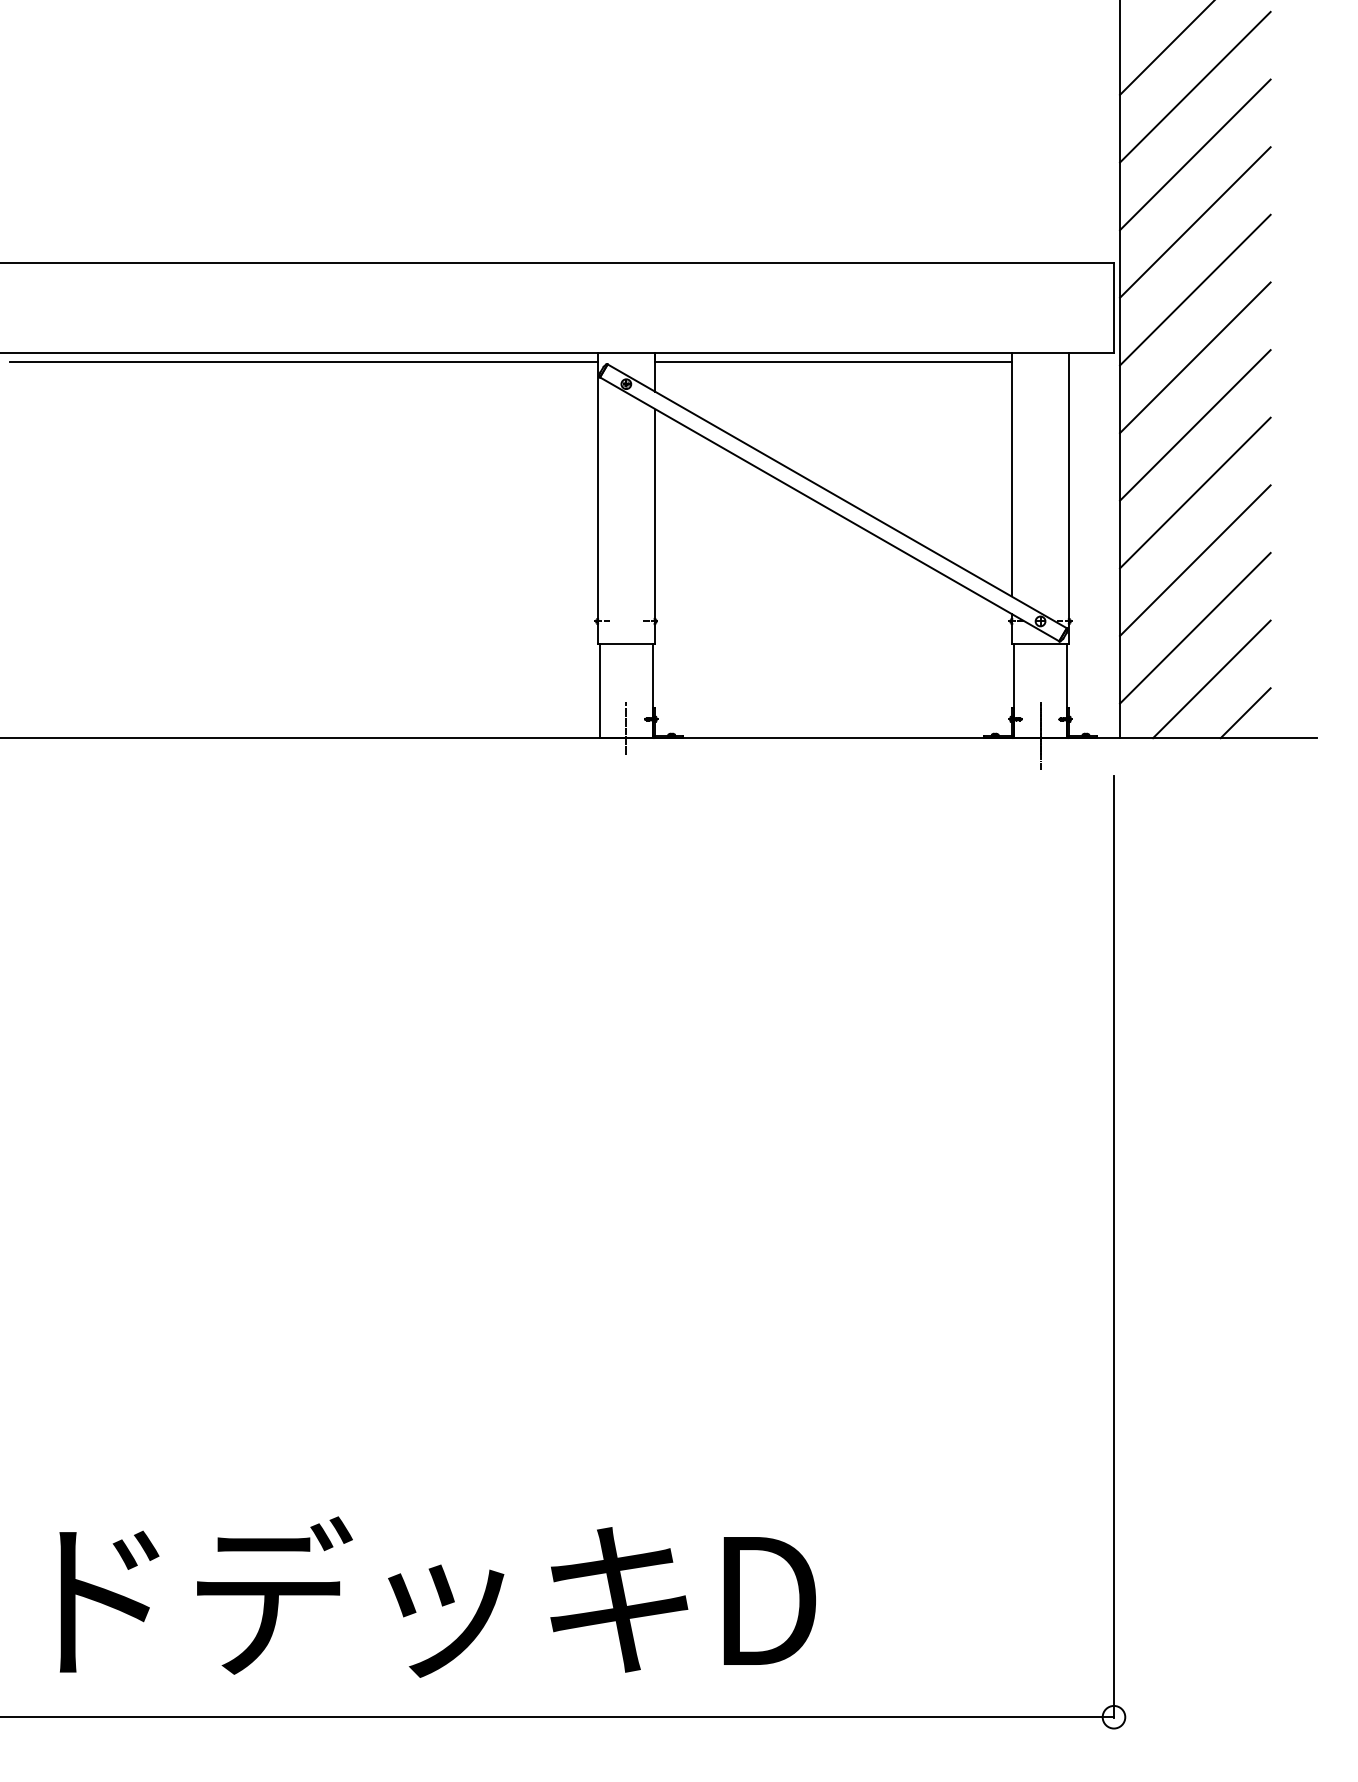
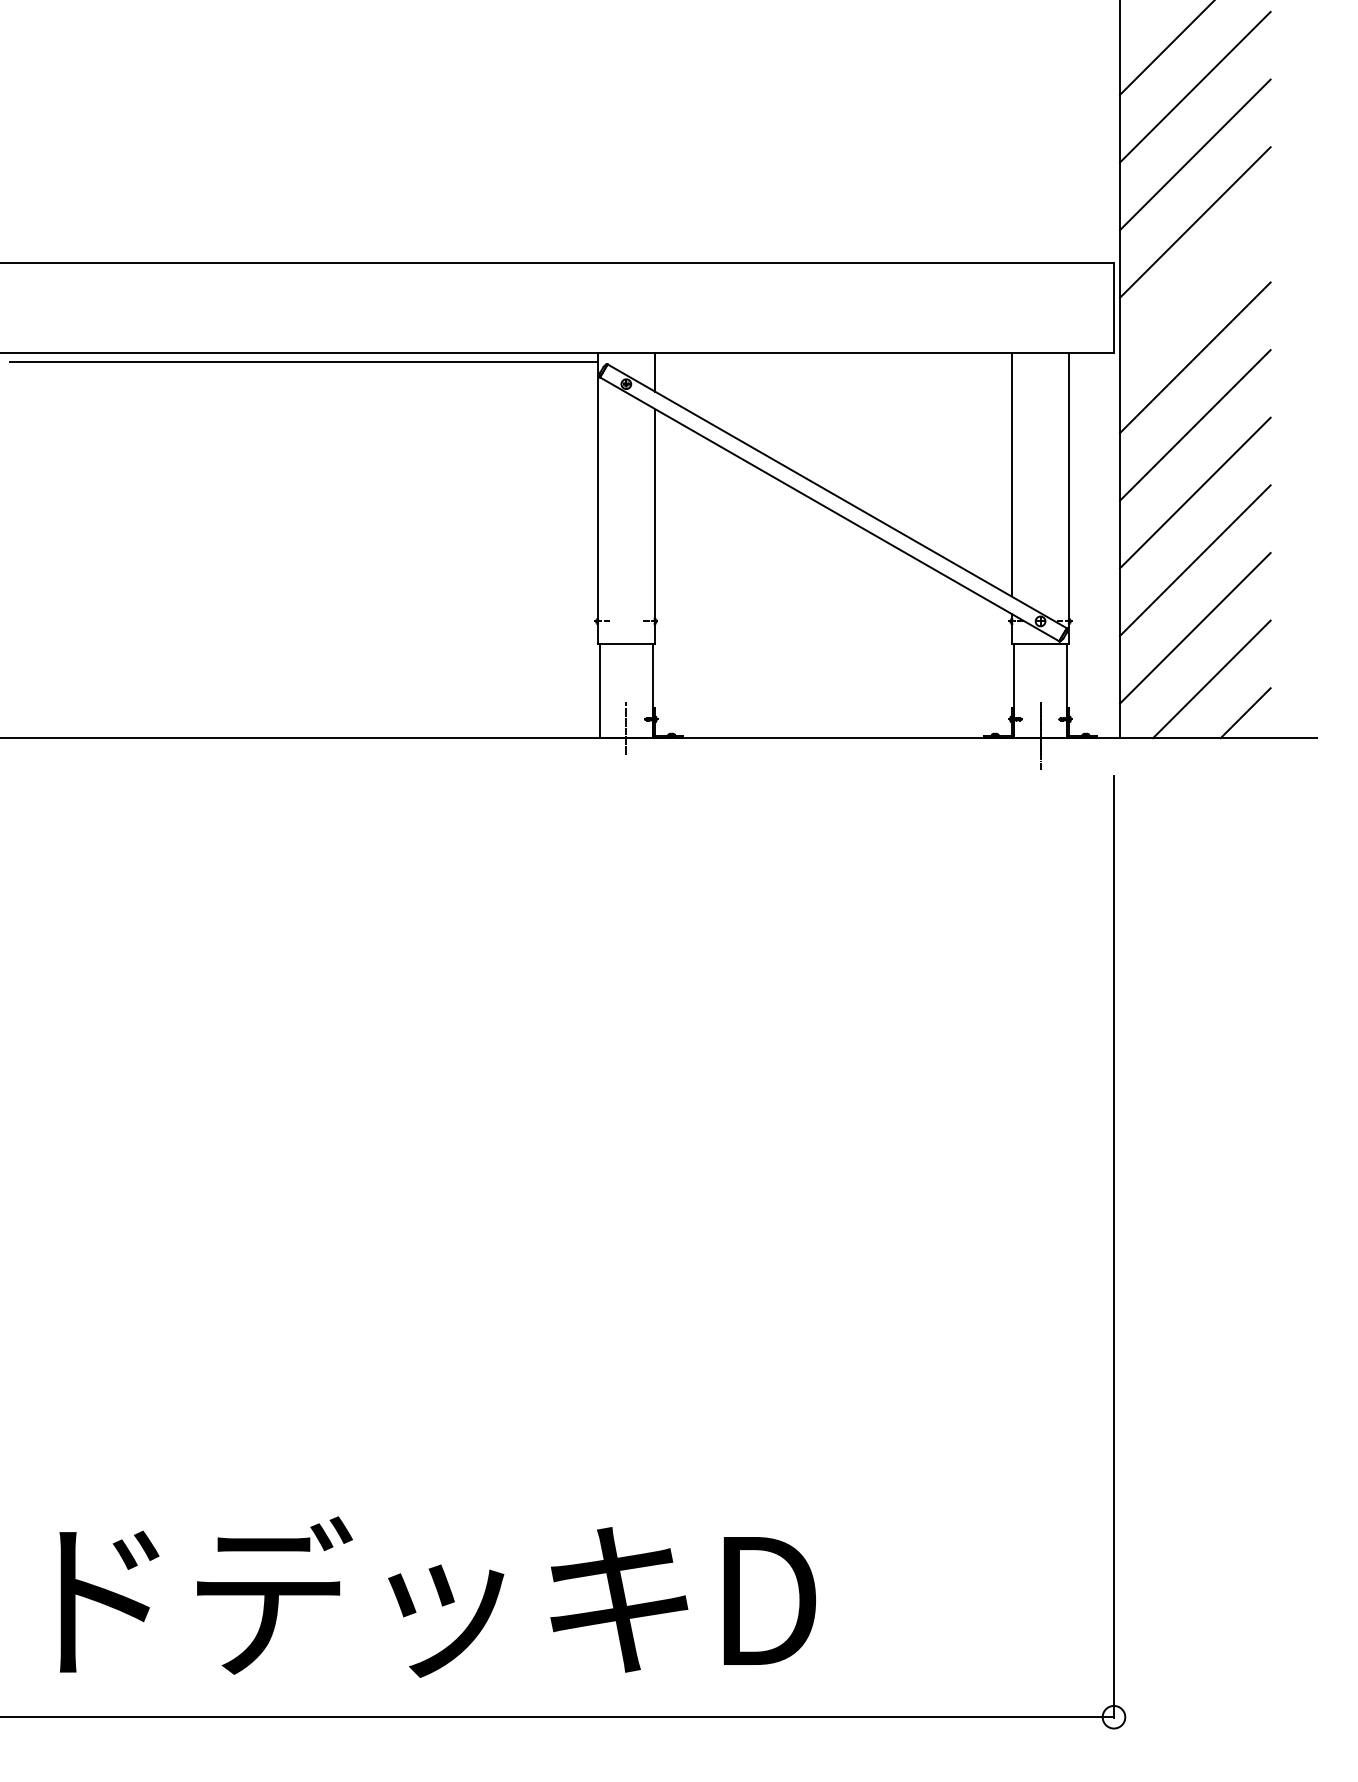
line at (1195, 289): present -> none
line at (833, 361): present -> none
